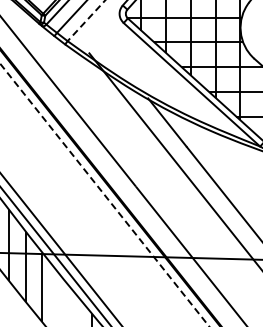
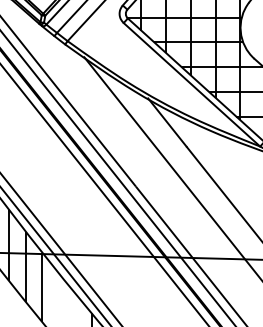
line at (86, 20): dashed -> solid
line at (174, 160) position: (174, 160) -> (171, 167)
line at (117, 177): none -> present
line at (104, 195): dashed -> solid
